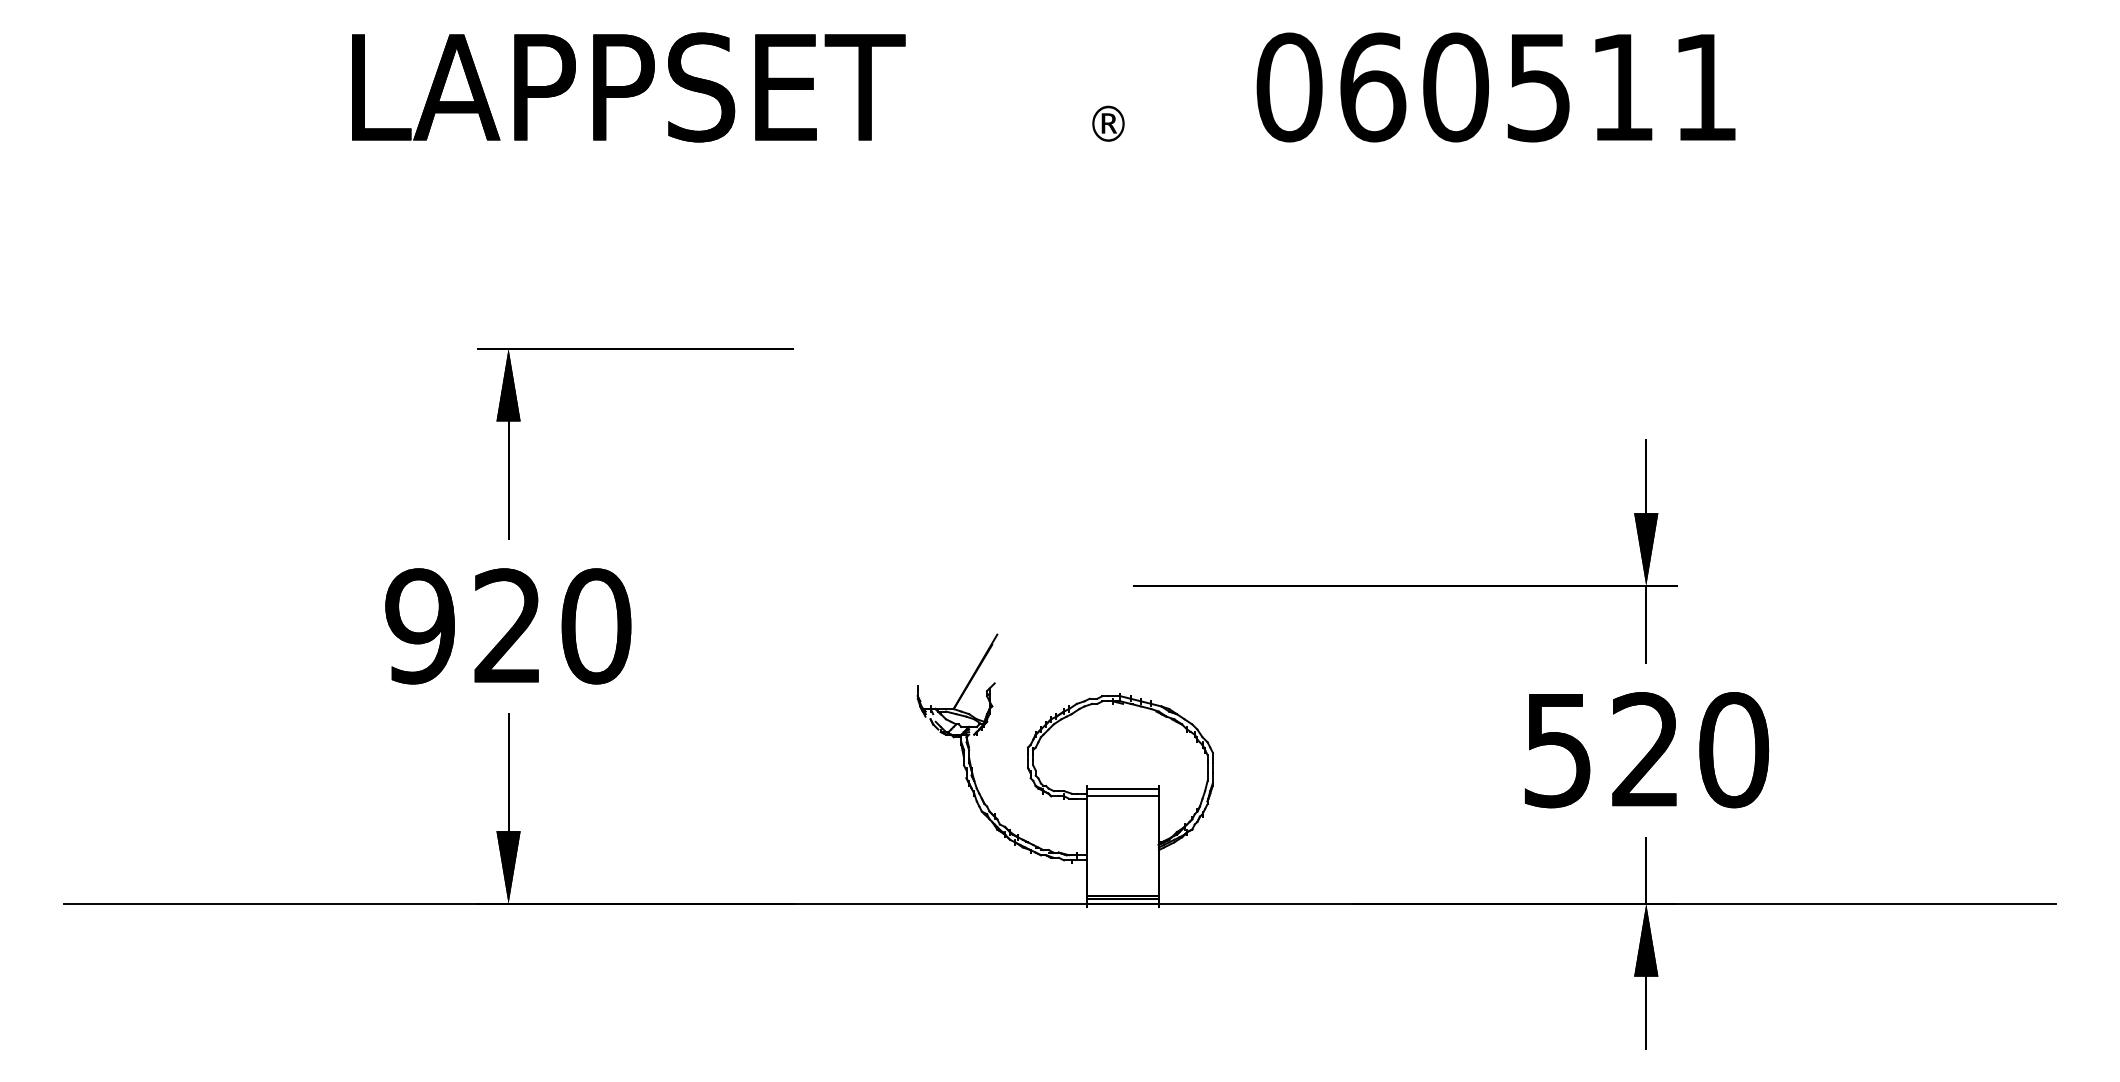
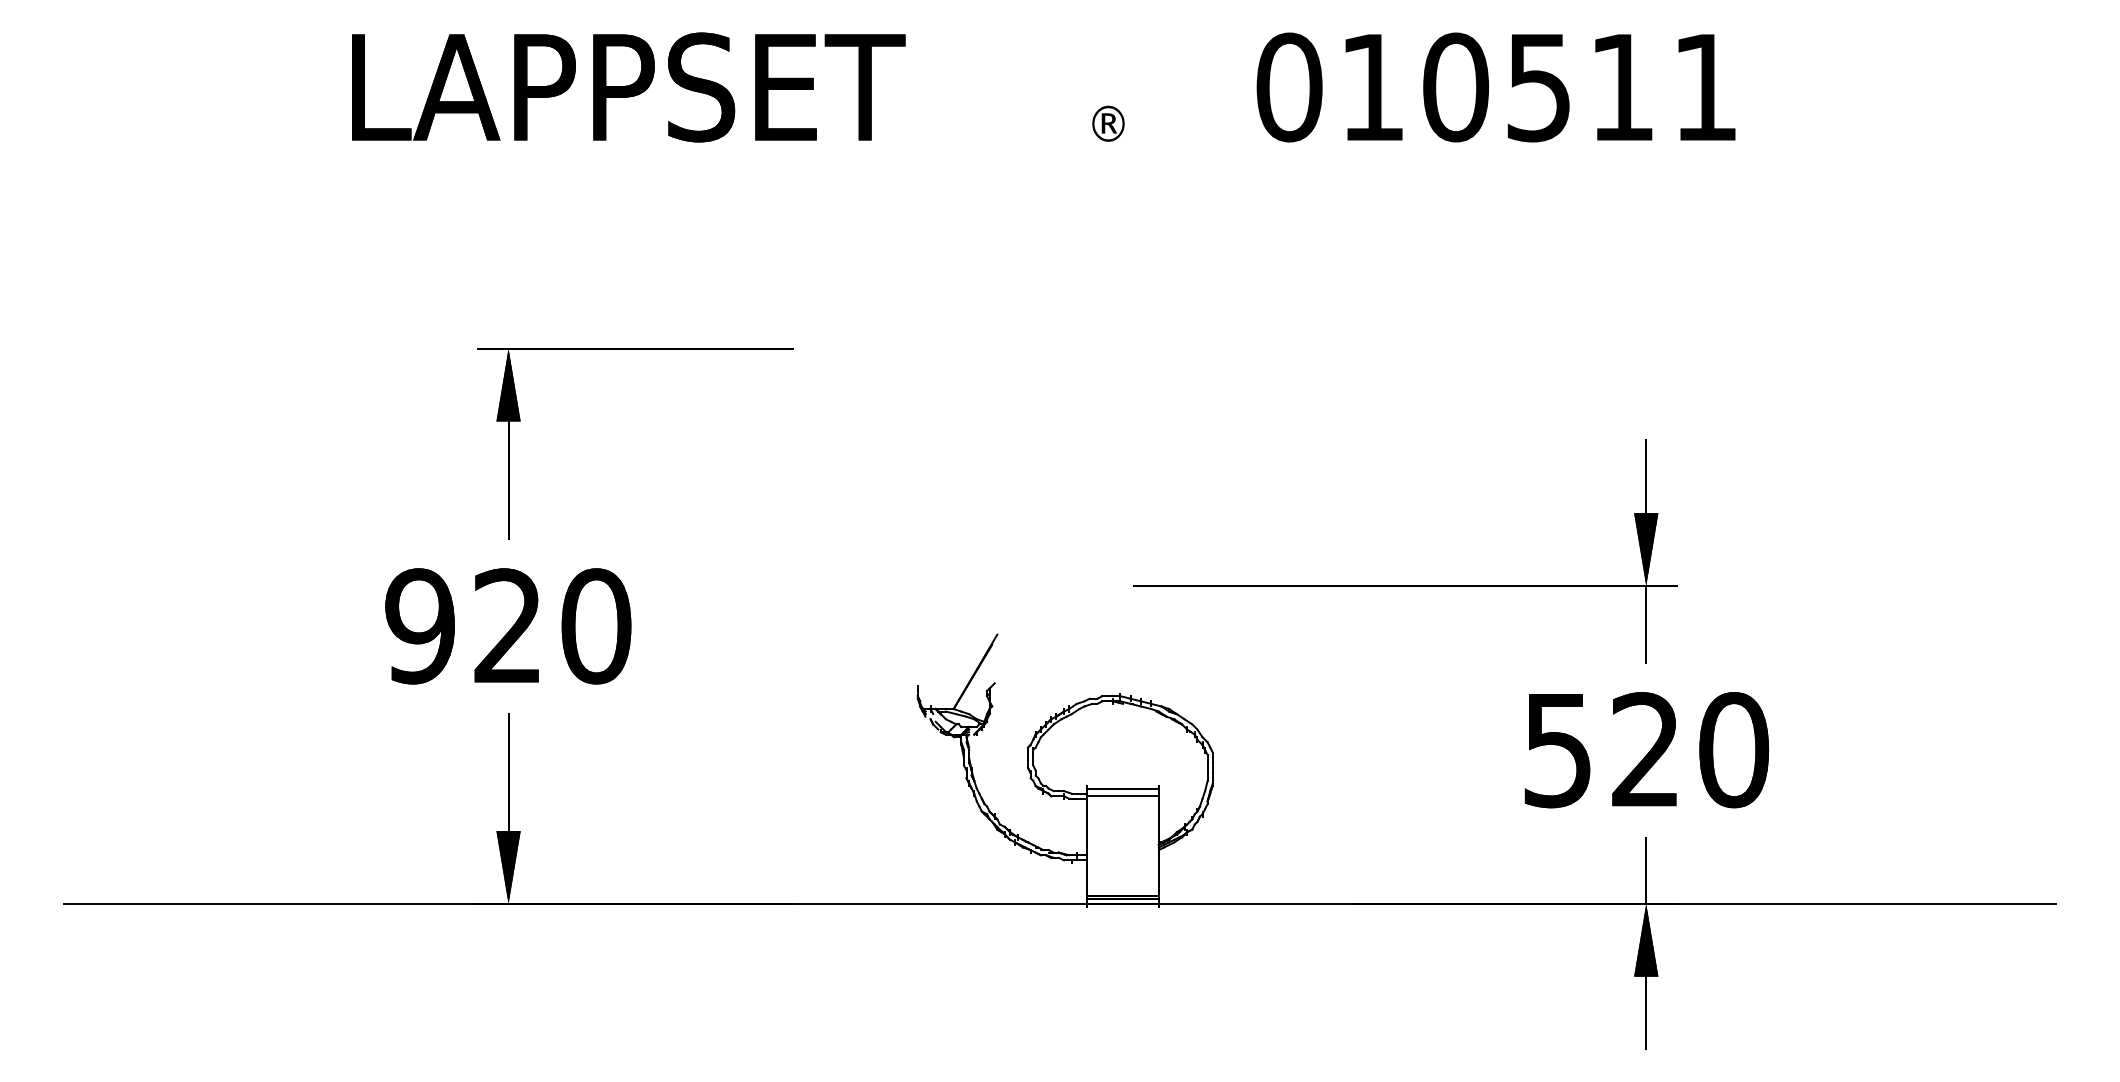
text at (1373, 87): 060511 -> 010511
